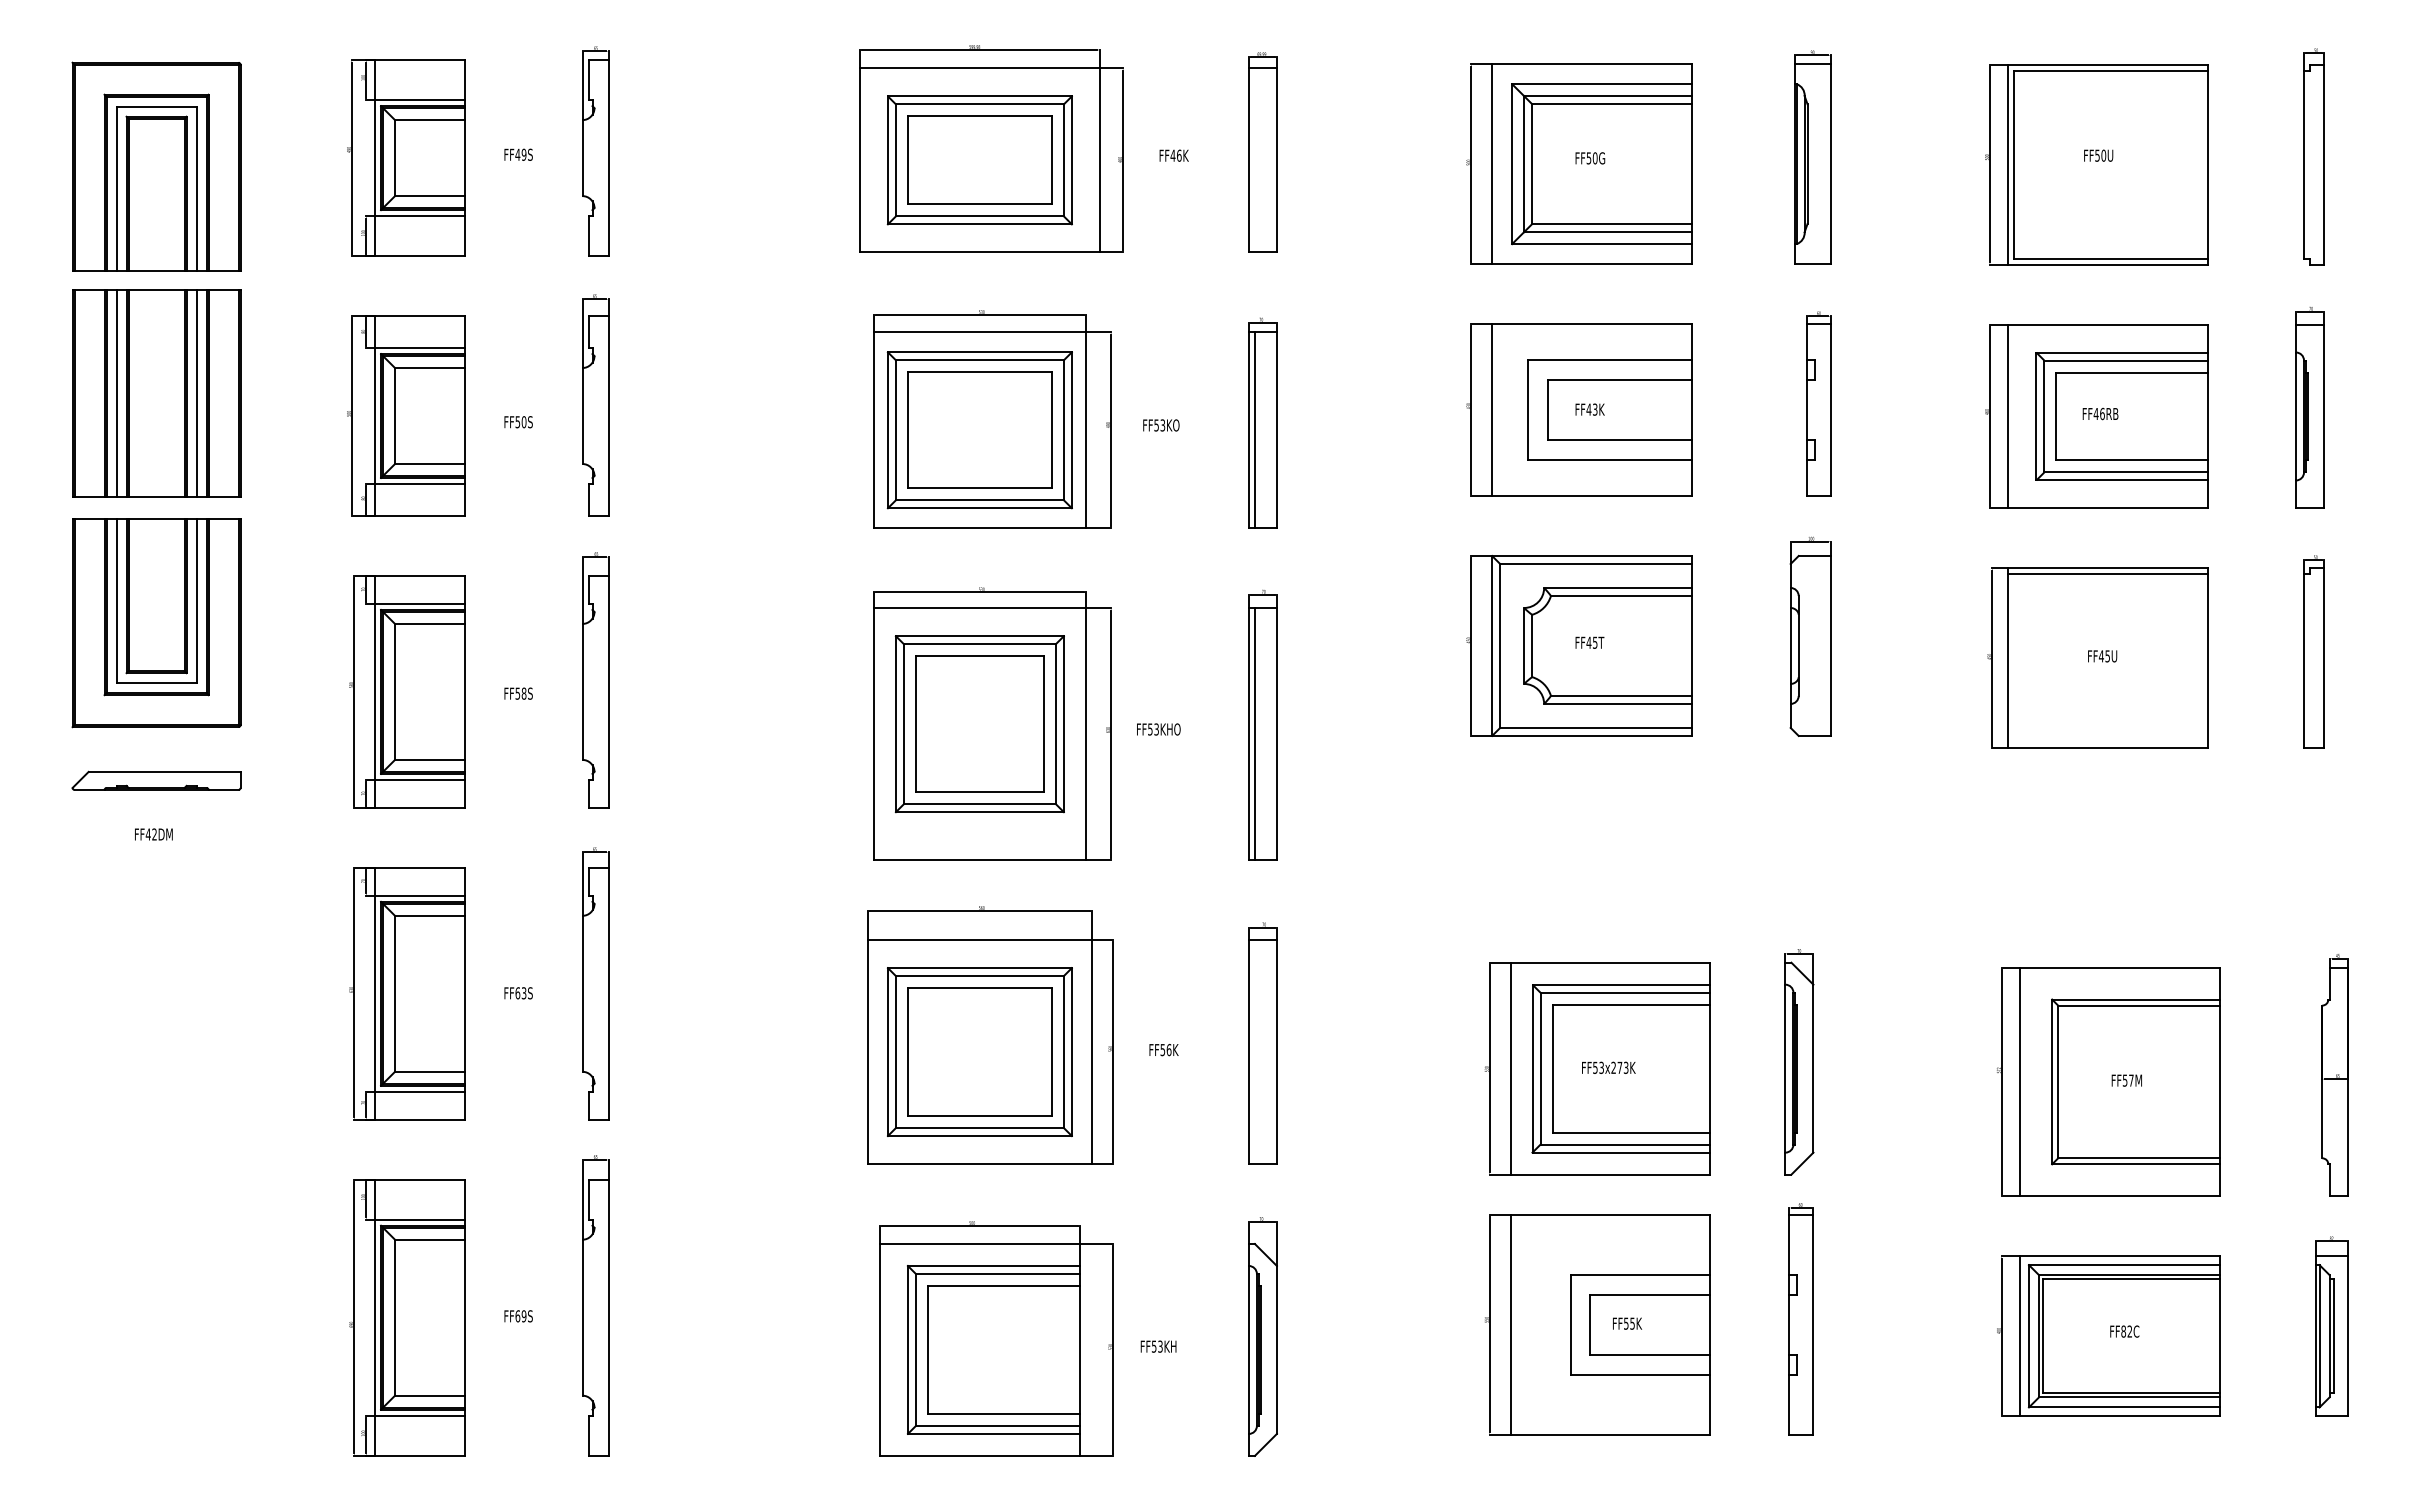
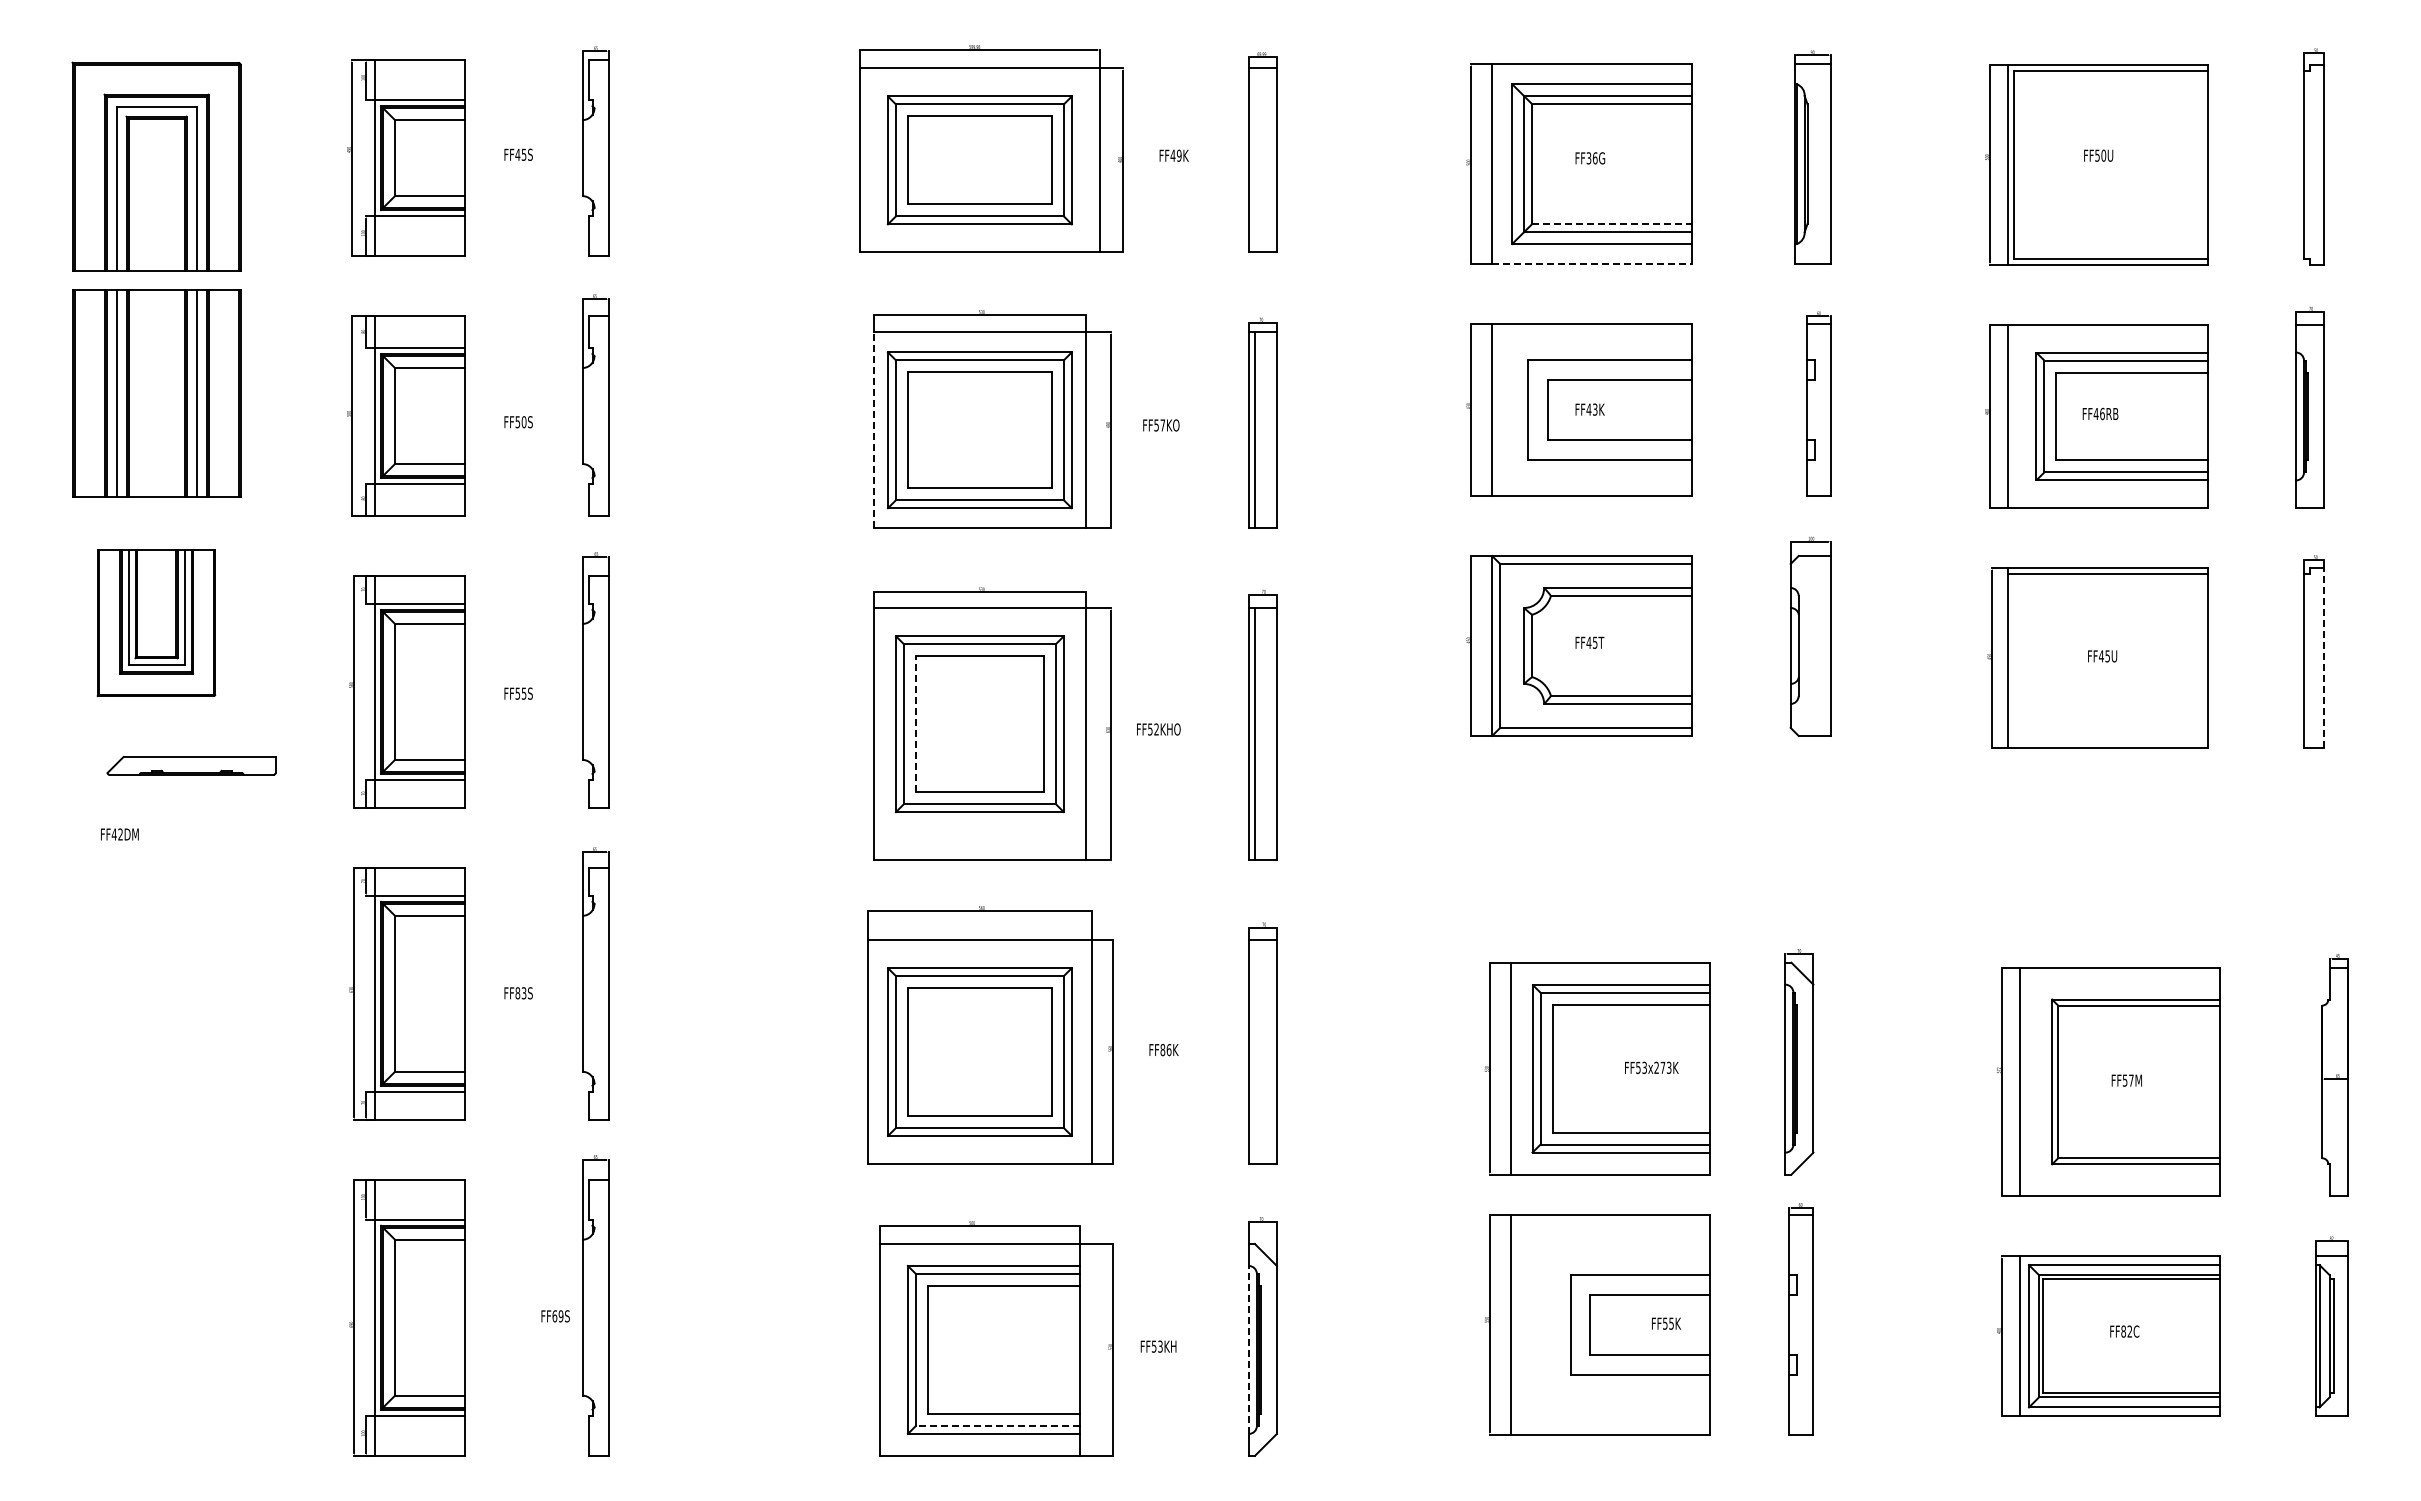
text at (523, 154): FF49S -> FF45S
text at (1178, 155): FF46K -> FF49K
text at (1592, 157): FF50G -> FF36G
line at (1612, 224): solid -> dashed
line at (1592, 264): solid -> dashed
text at (1162, 425): FF53KO -> FF57KO
line at (873, 430): solid -> dashed
part at (156, 623) size: 171x211 px -> 121x149 px
line at (2324, 658): solid -> dashed
text at (523, 693): FF58S -> FF55S
line at (915, 724): solid -> dashed
text at (1156, 729): FF53KHO -> FF52KHO
part at (156, 780) position: (156, 780) -> (191, 765)
text at (153, 834) position: (153, 834) -> (119, 834)
text at (517, 992): FF63S -> FF83S
text at (1162, 1050): FF56K -> FF86K
text at (1608, 1067) position: (1608, 1067) -> (1651, 1067)
text at (518, 1316) position: (518, 1316) -> (555, 1316)
text at (1627, 1323) position: (1627, 1323) -> (1666, 1323)
line at (1248, 1349): solid -> dashed
line at (997, 1425): solid -> dashed
